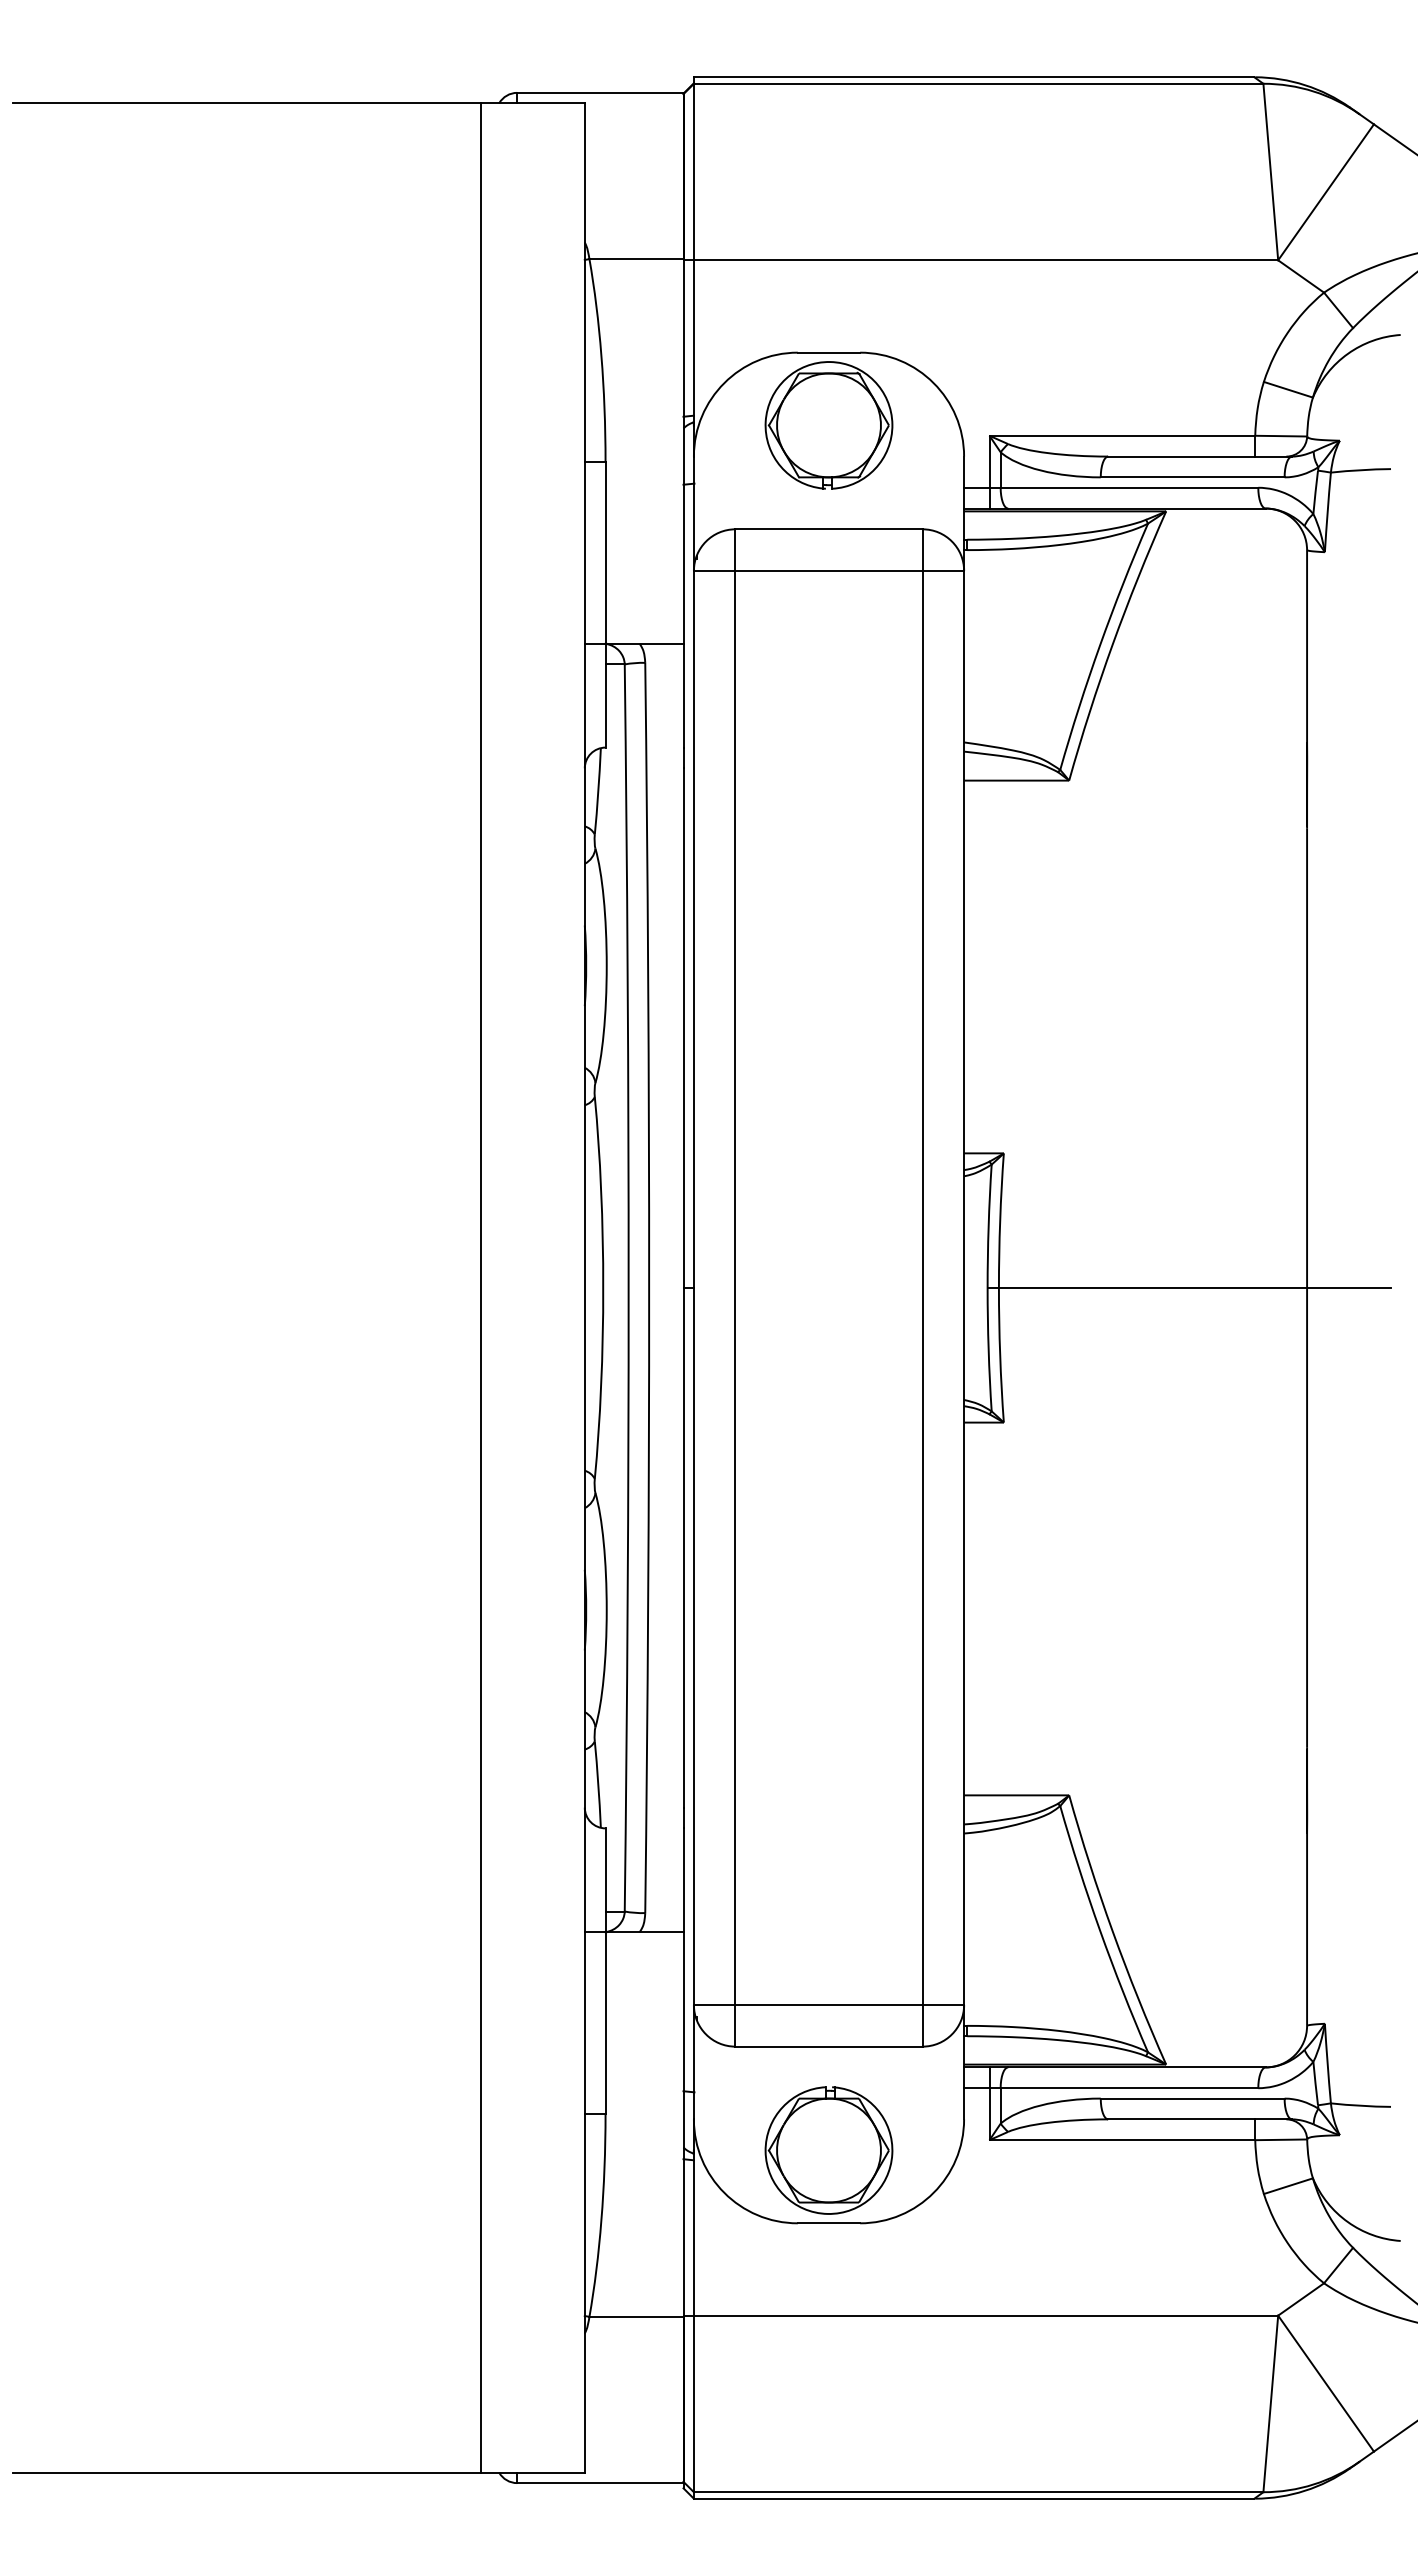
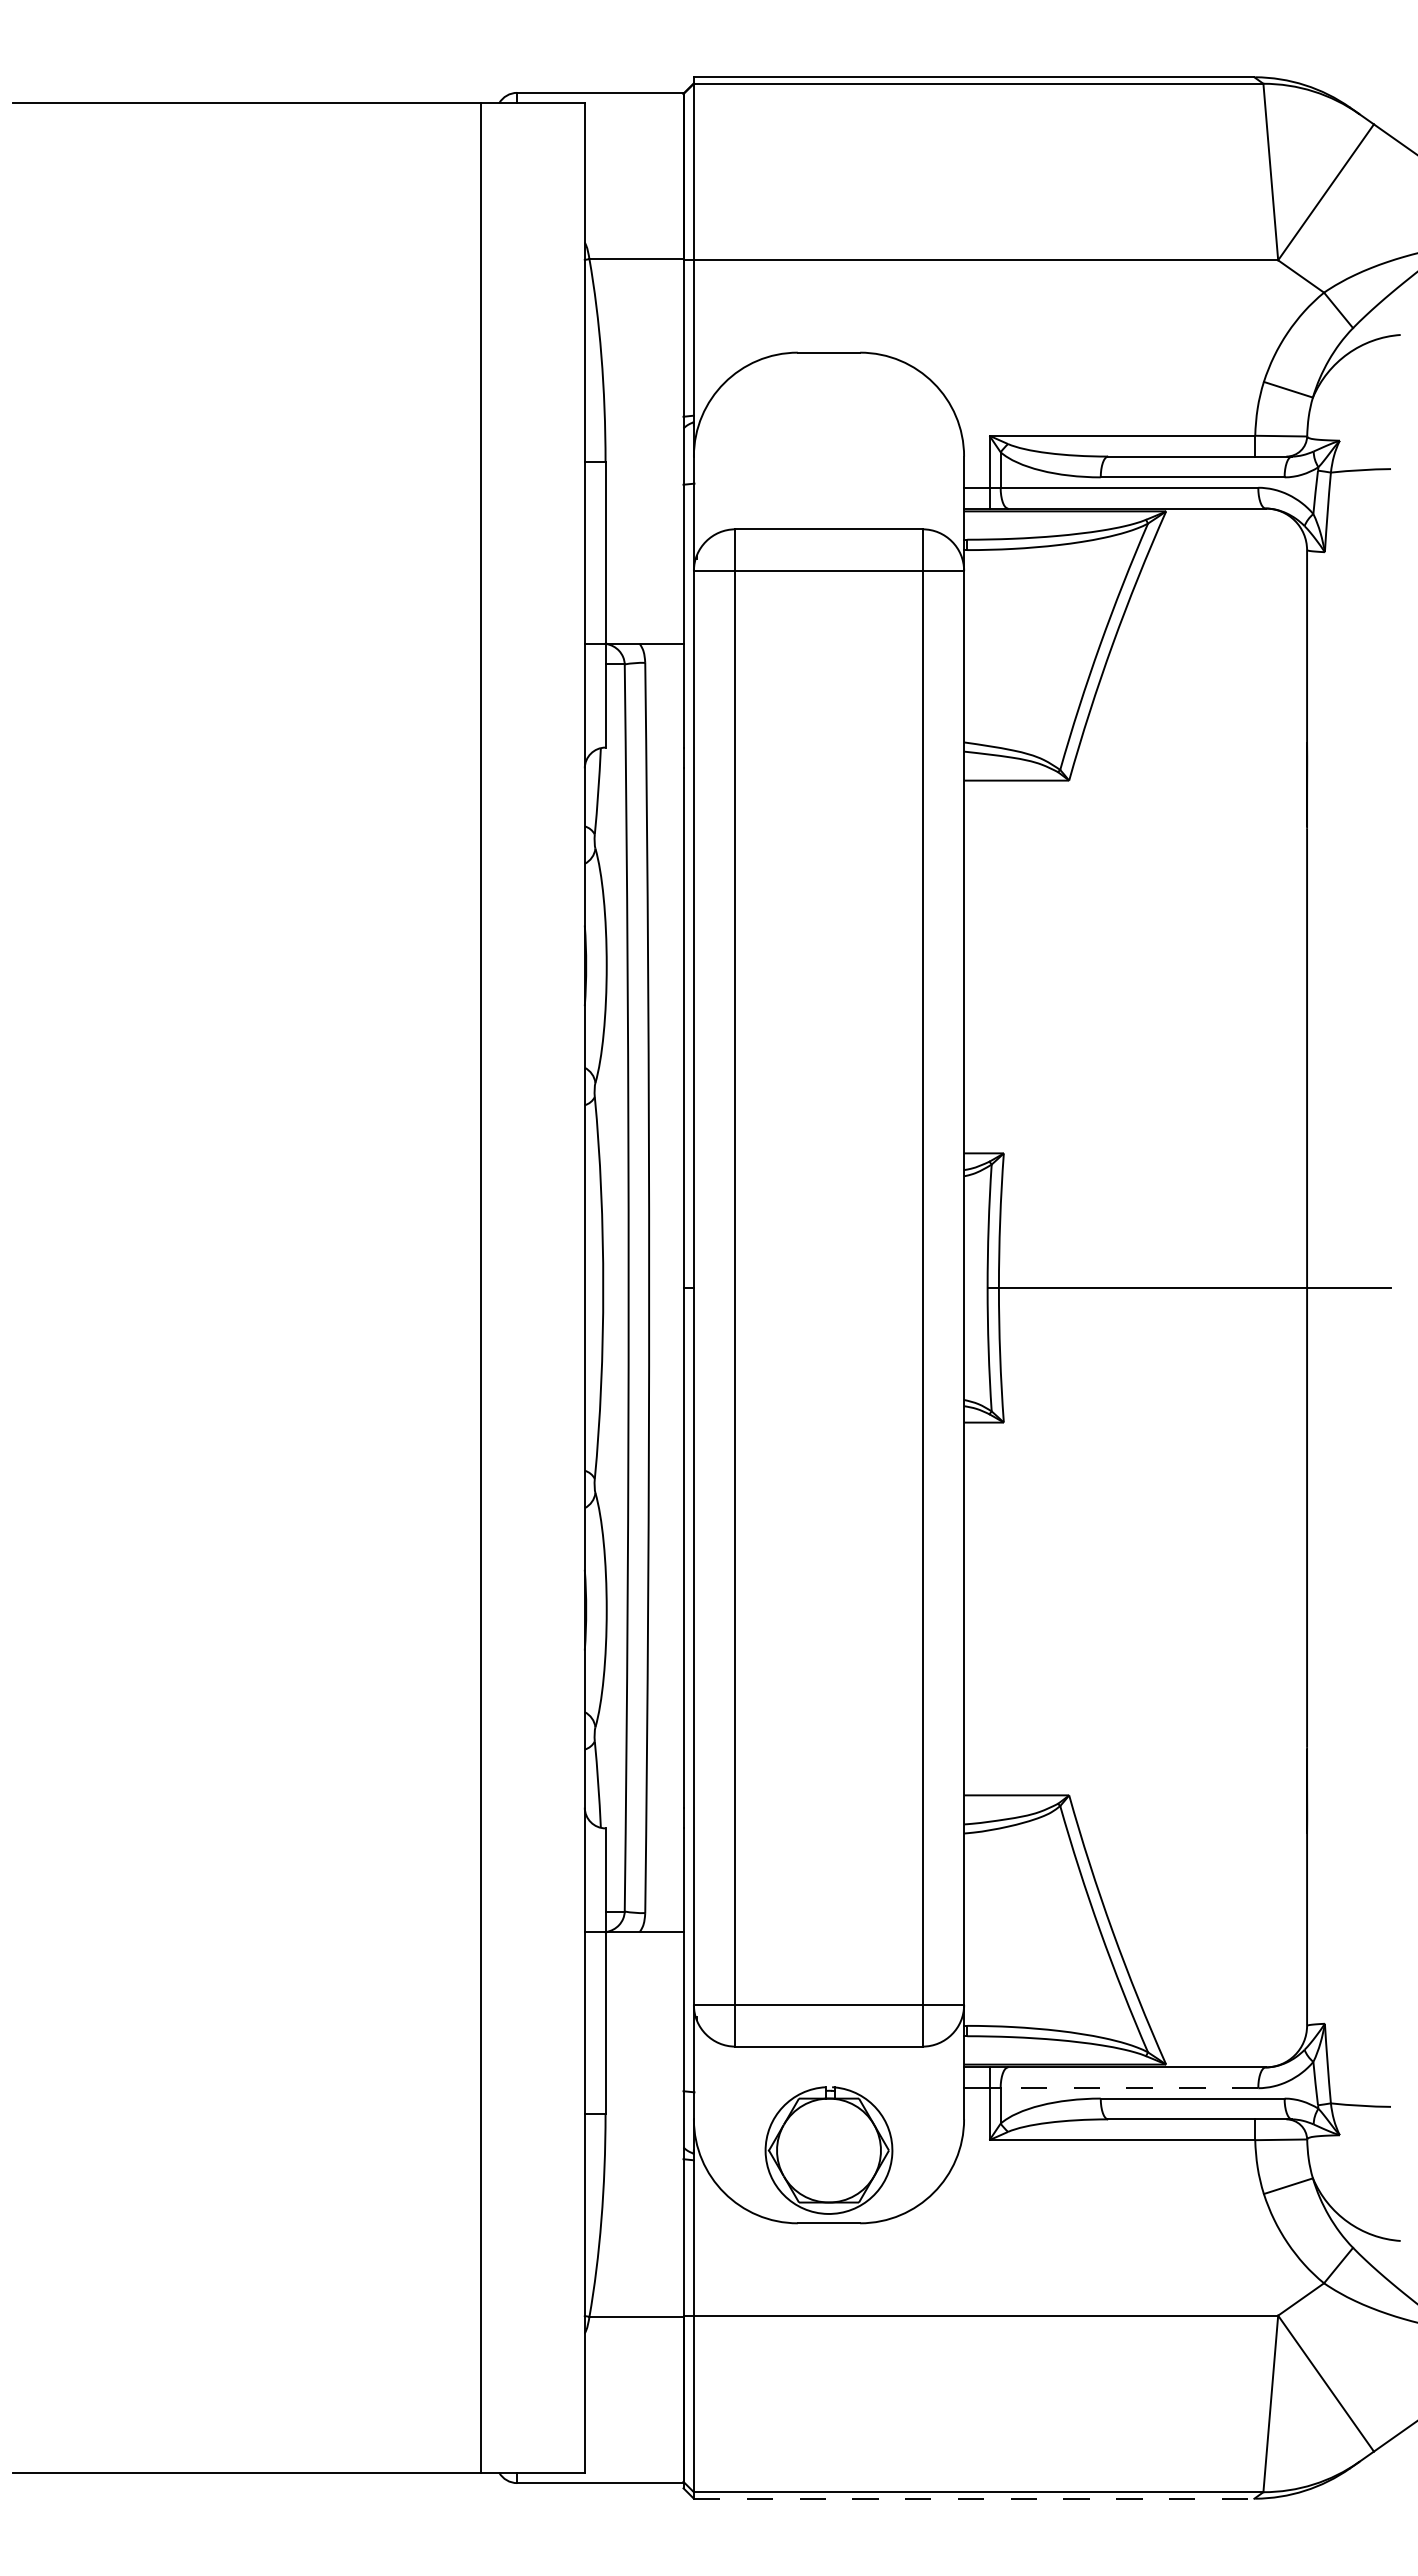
part at (828, 425): present -> none
line at (1129, 2088): solid -> dashed
line at (974, 2498): solid -> dashed
